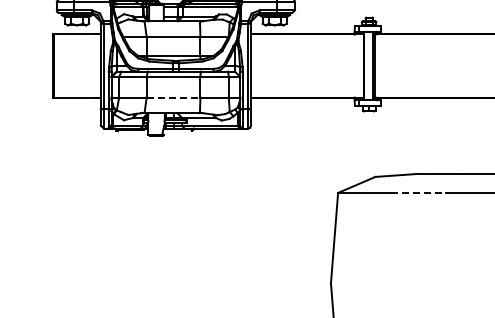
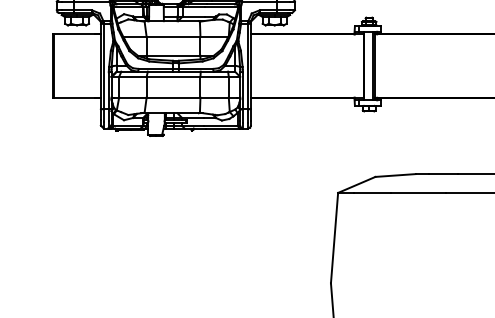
line at (173, 97): dashed -> solid
line at (418, 192): dashed -> solid
